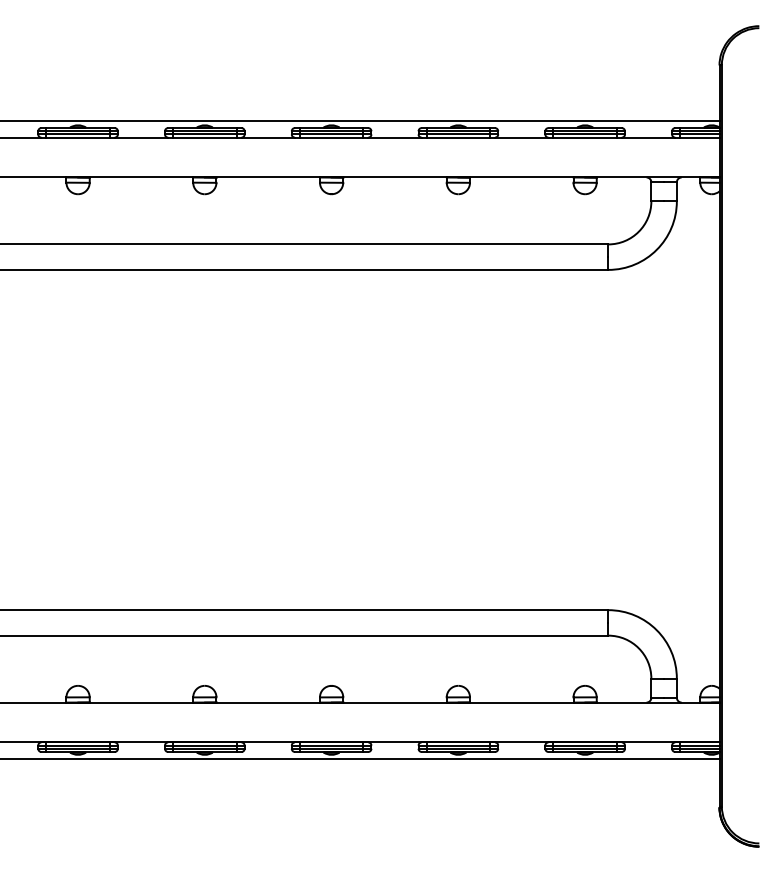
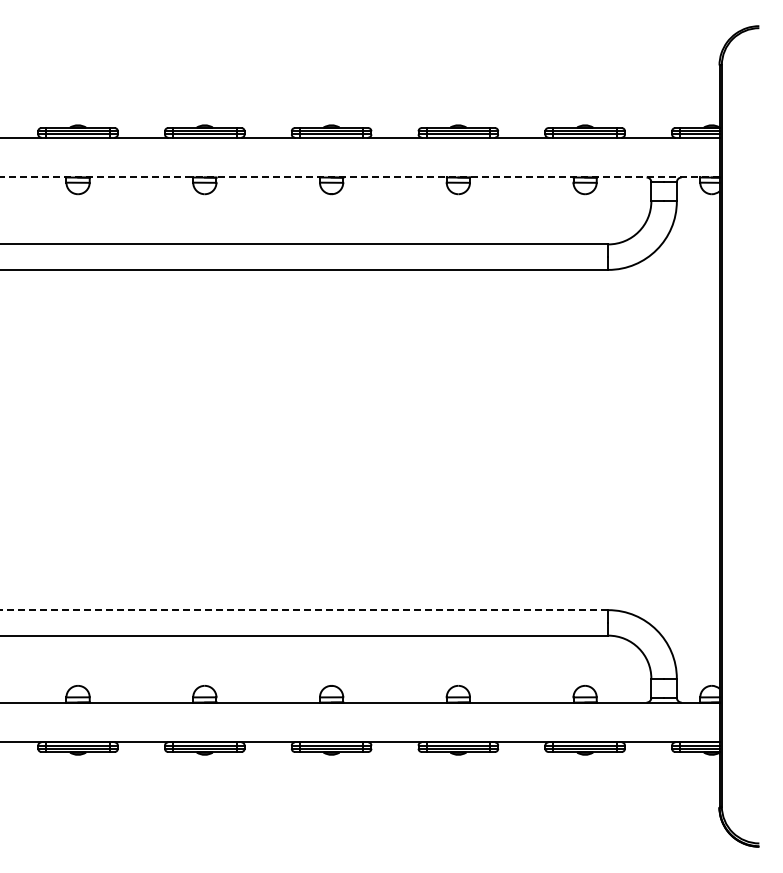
line at (360, 121): present -> none
line at (359, 177): solid -> dashed
line at (304, 610): solid -> dashed
line at (360, 758): present -> none
